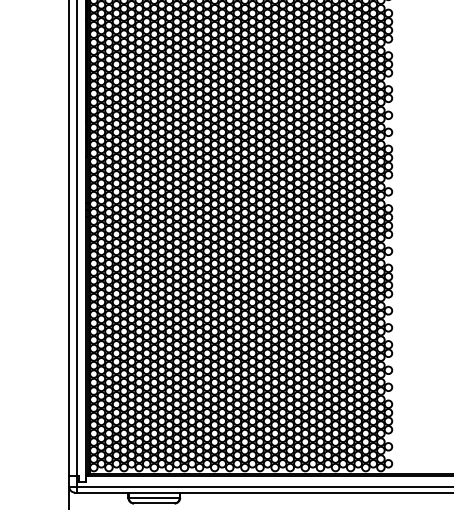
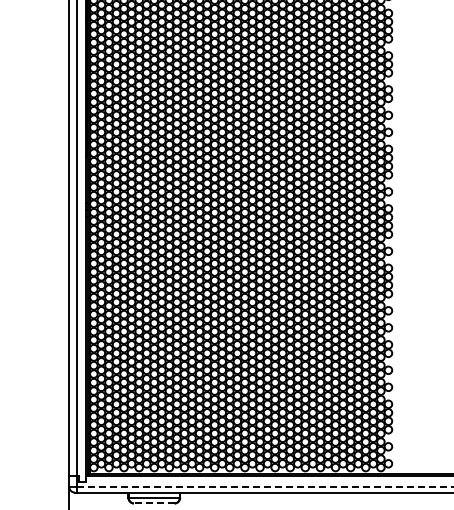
line at (265, 486): solid -> dashed
line at (153, 503): solid -> dashed
